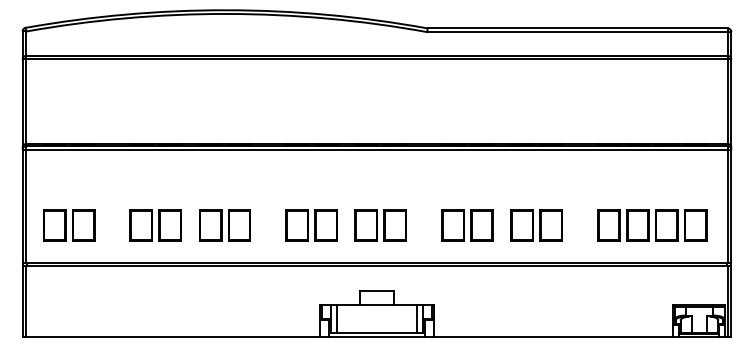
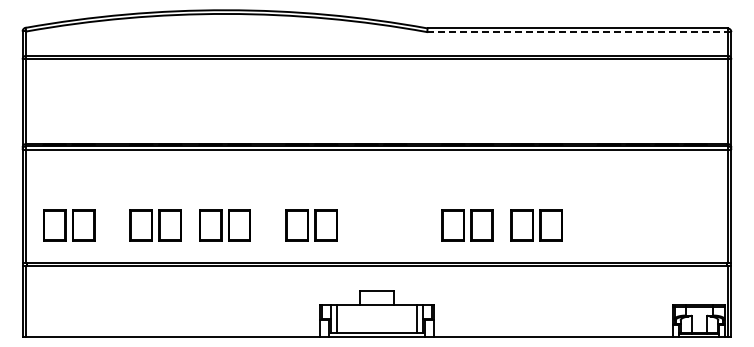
line at (579, 32): solid -> dashed
part at (380, 225): present -> none
part at (652, 225): present -> none
